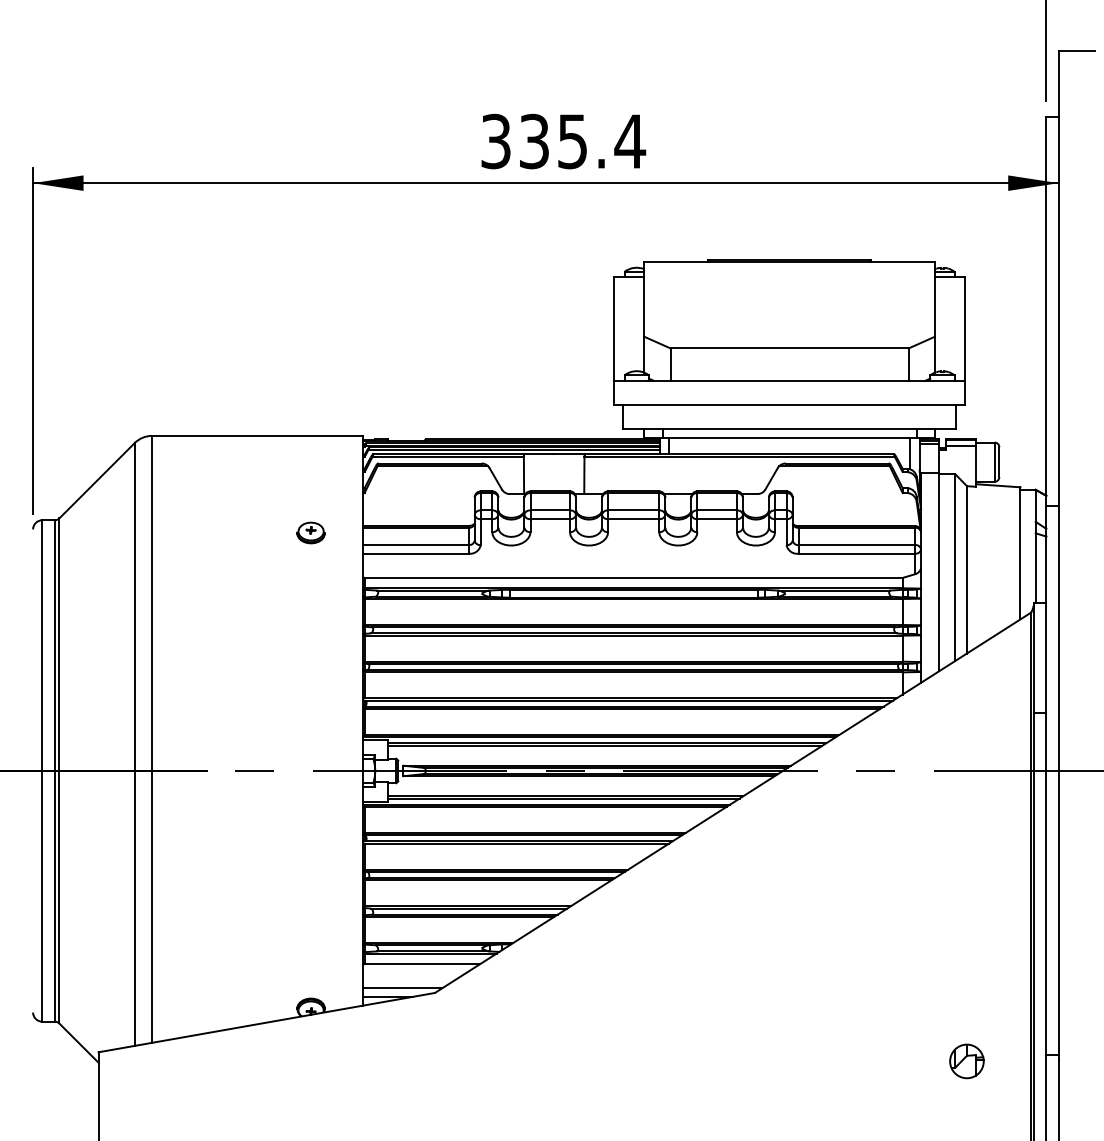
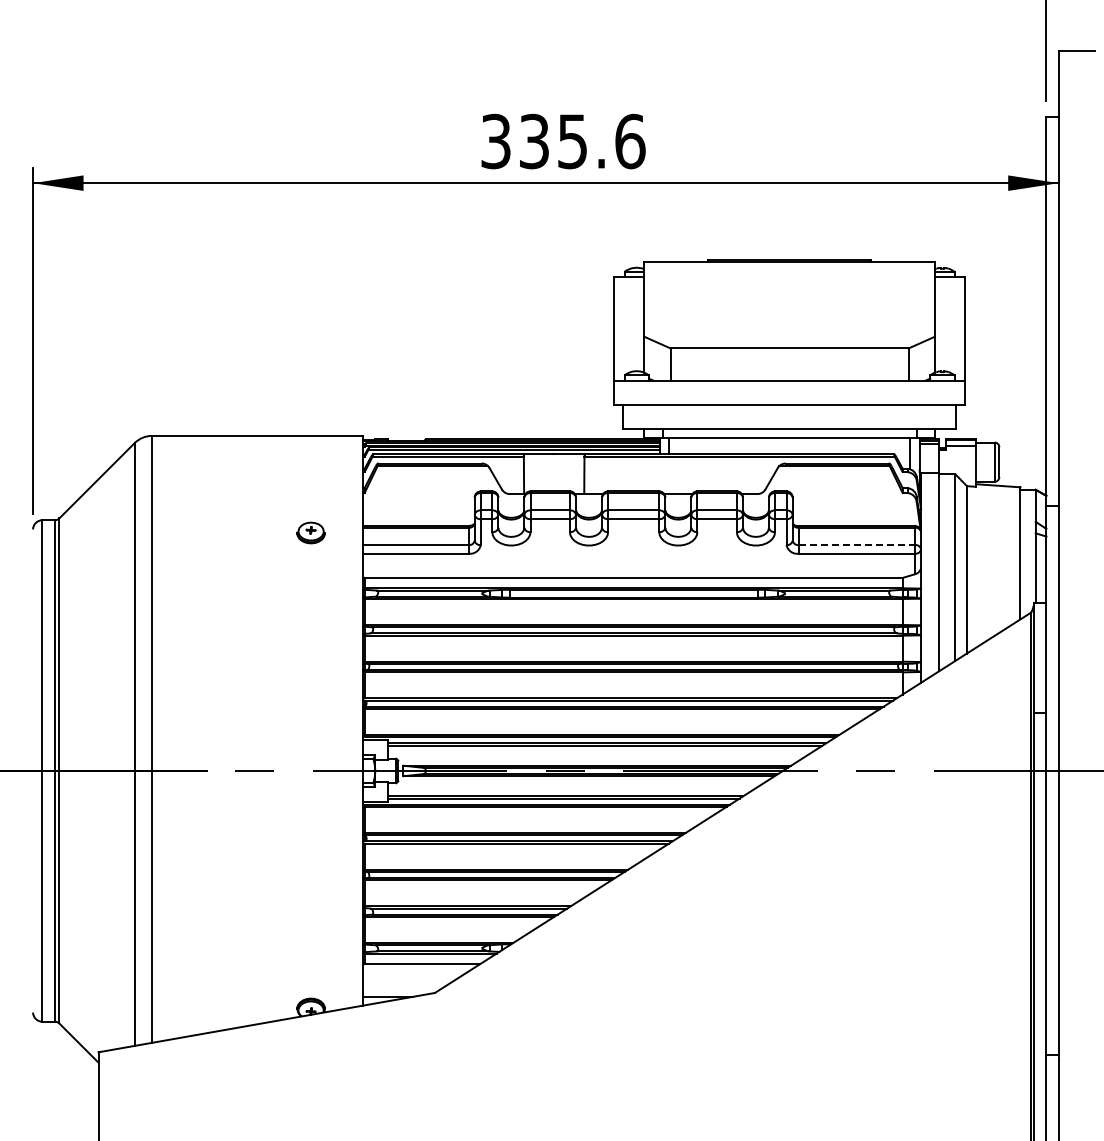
text at (630, 141): 335.4 -> 335.6
line at (857, 545): solid -> dashed
line at (402, 988): present -> none
part at (966, 1061): present -> none
